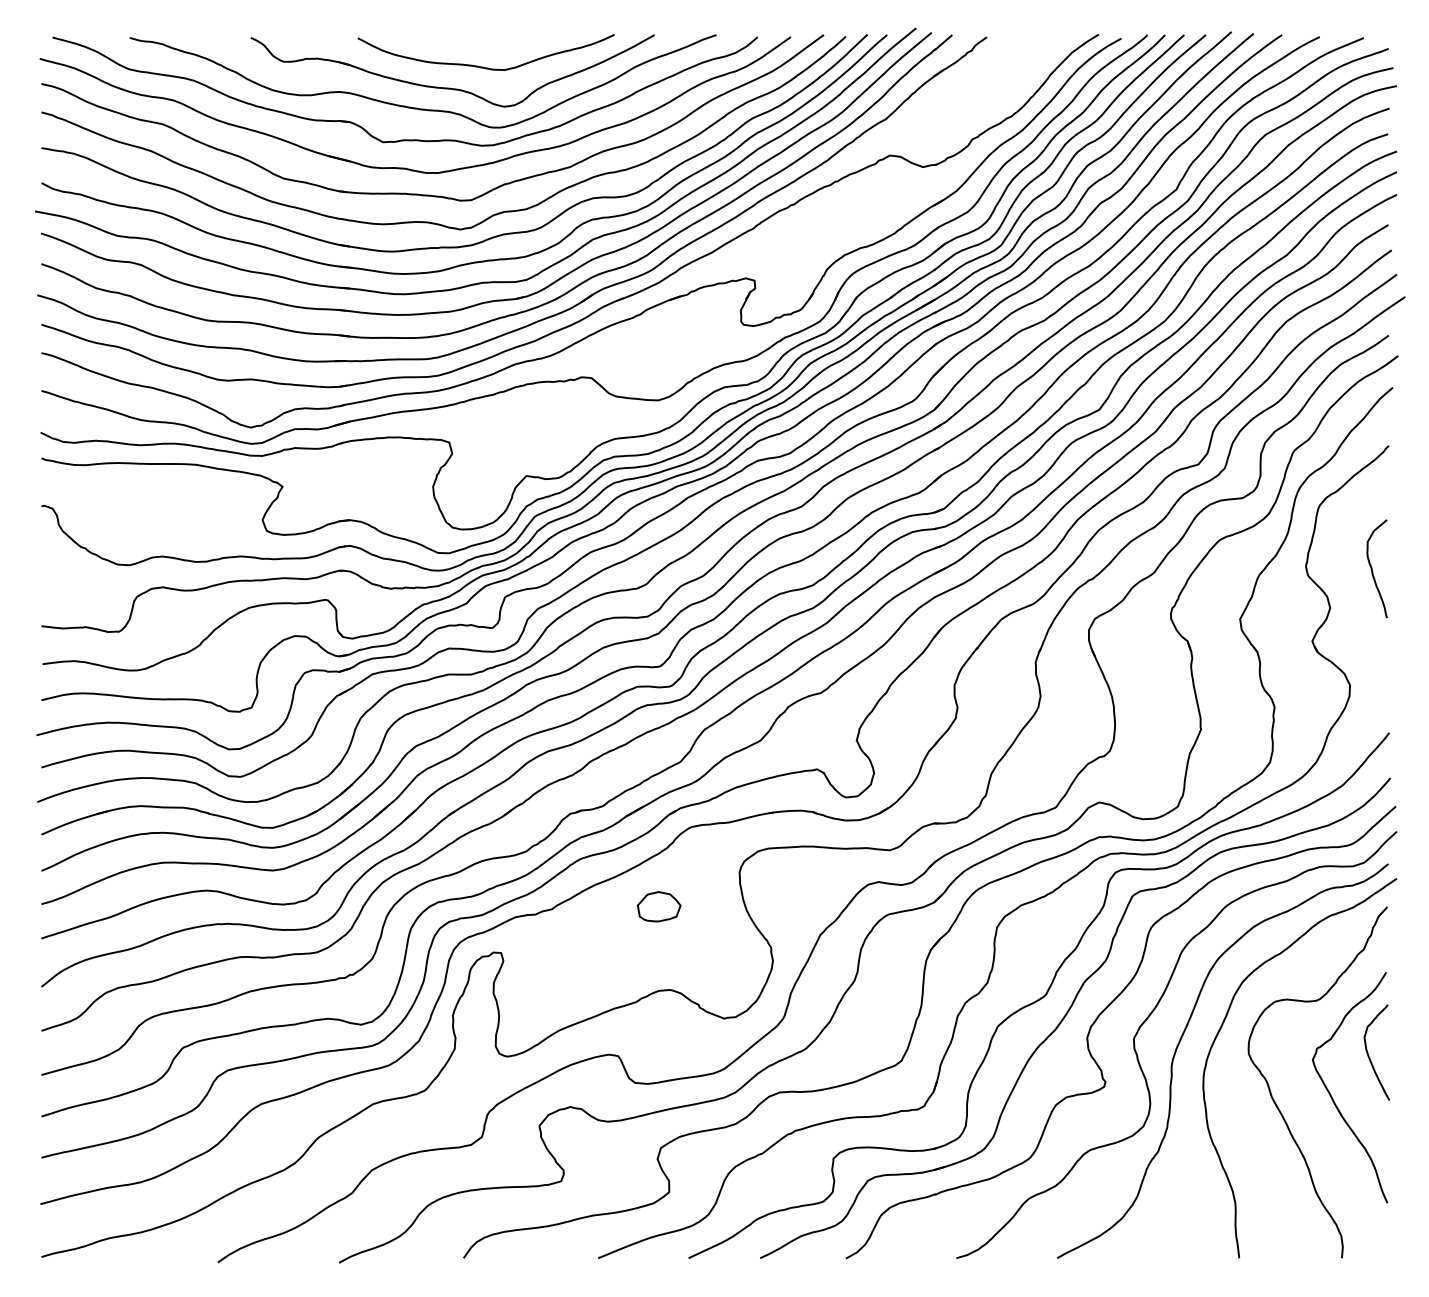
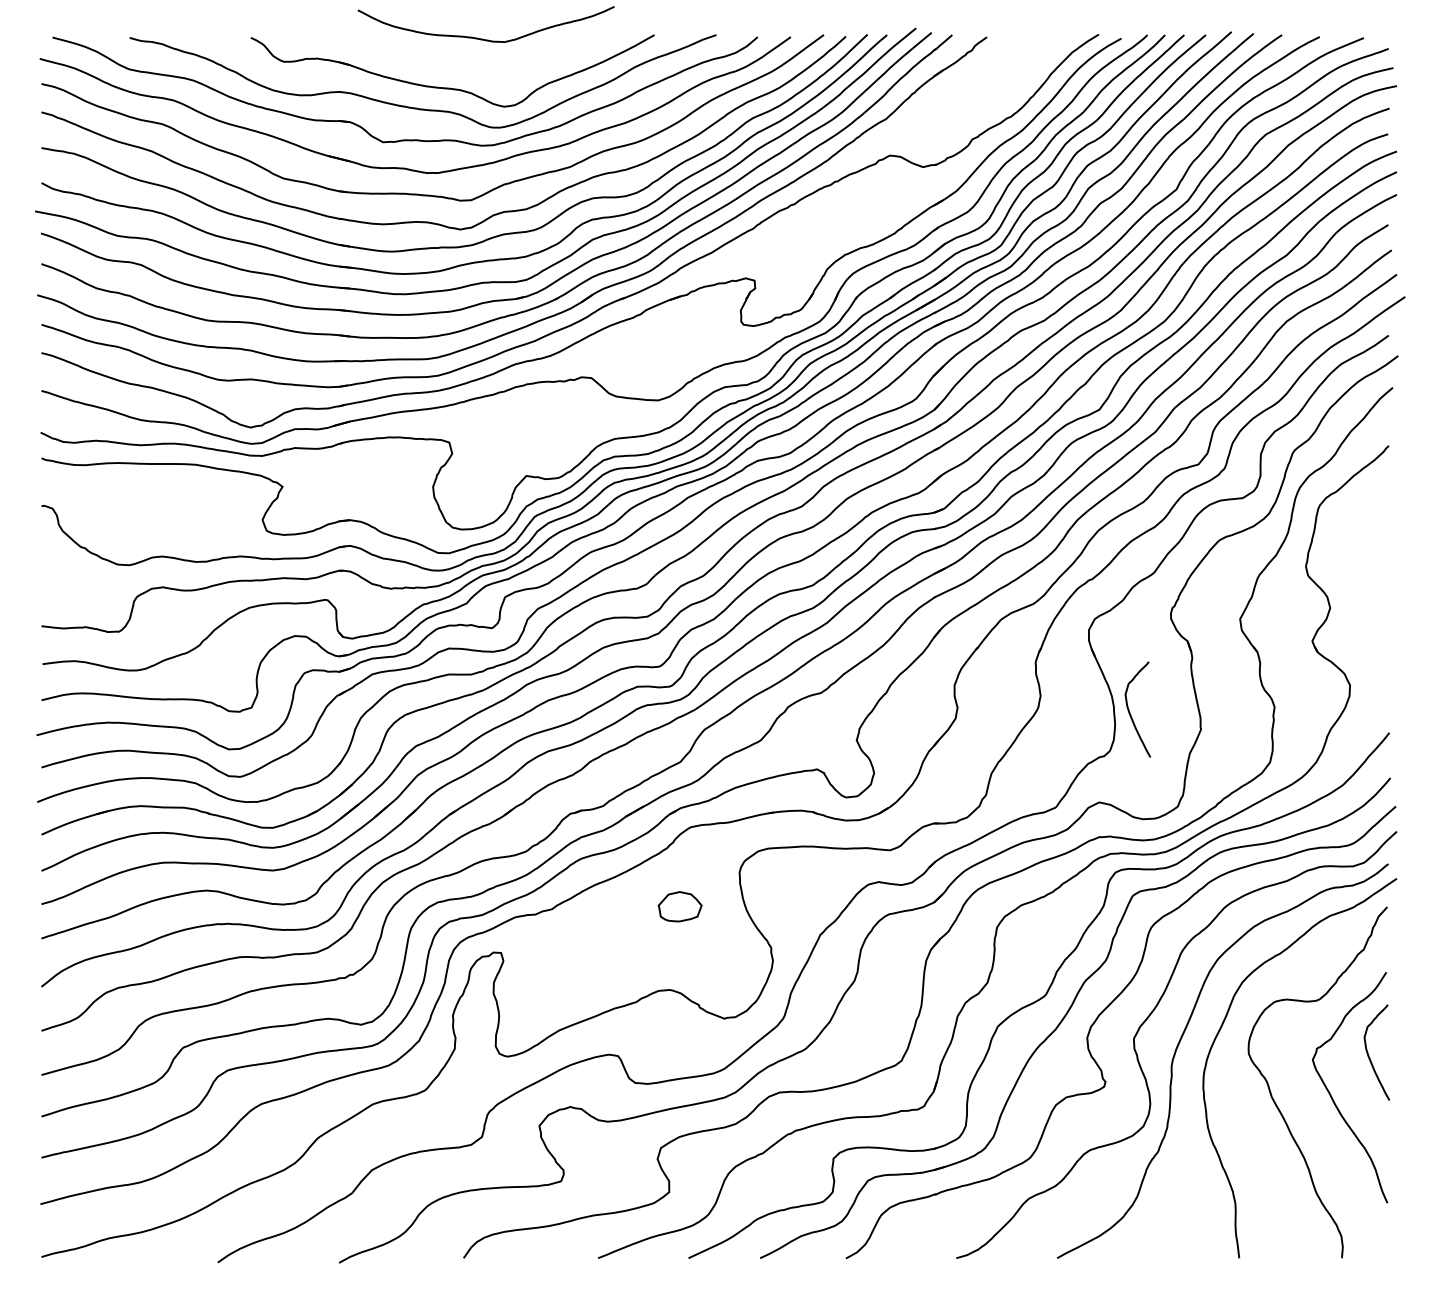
curve at (483, 66) position: (483, 66) -> (483, 38)
curve at (1372, 568): present -> none
curve at (1130, 712): none -> present
part at (658, 906) position: (658, 906) -> (679, 906)
